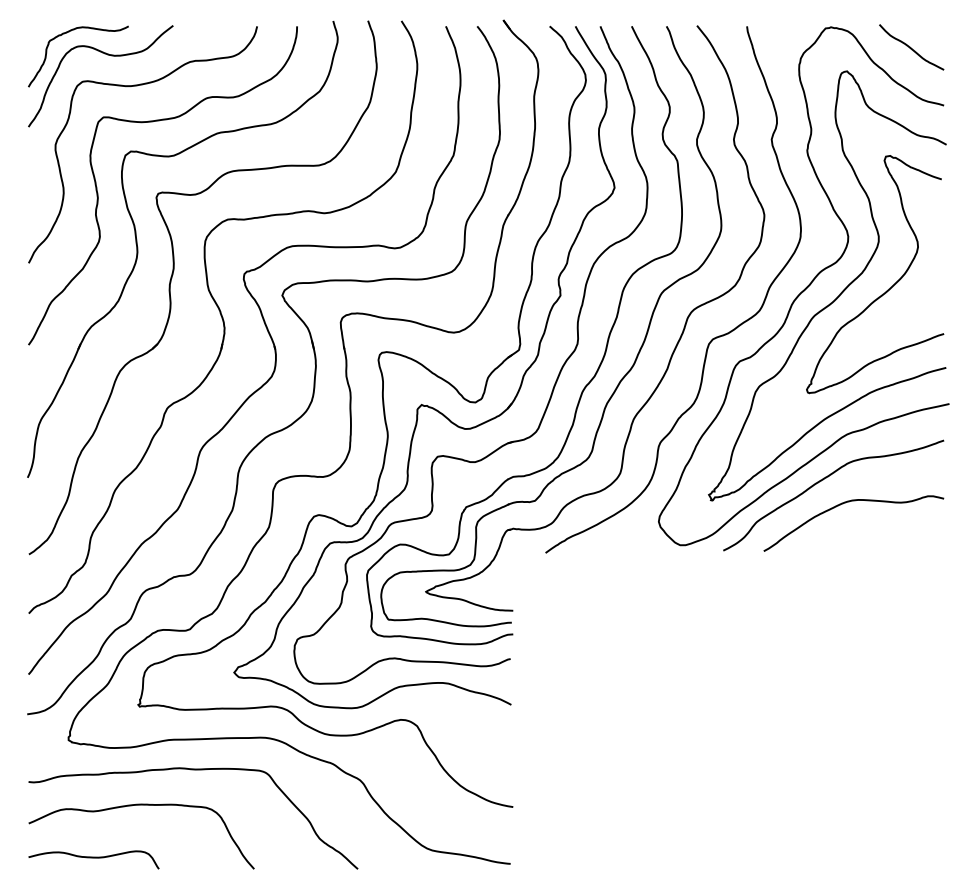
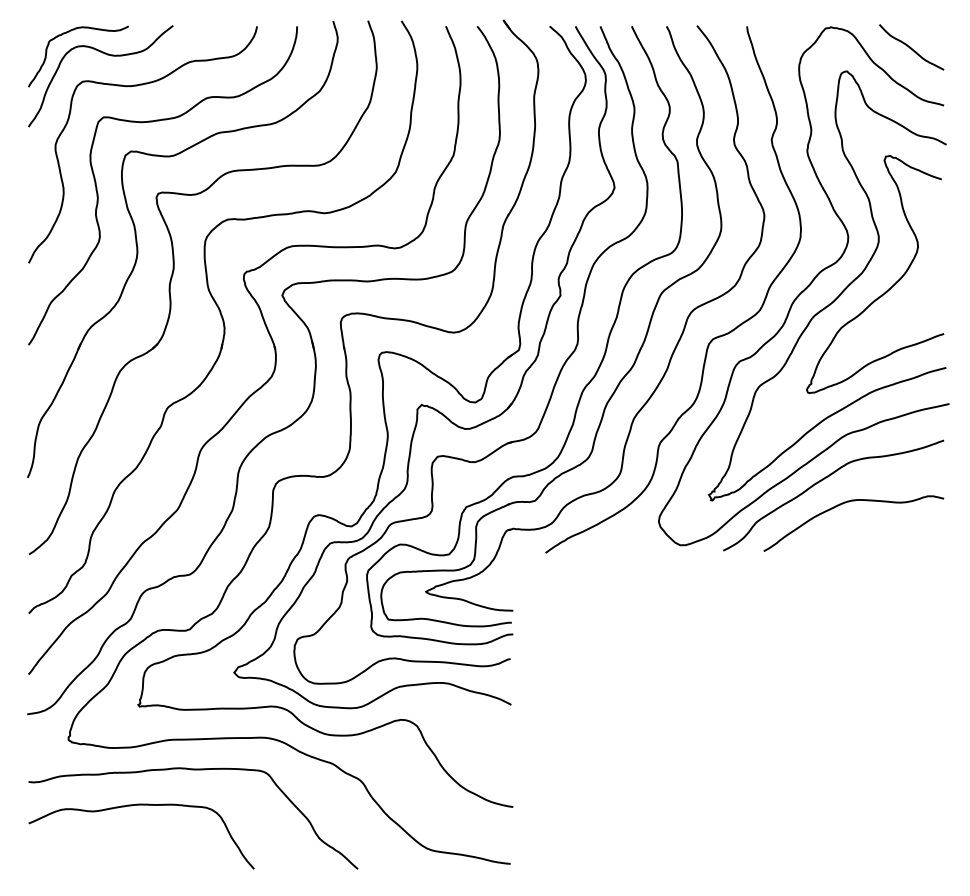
curve at (93, 858): present -> none
